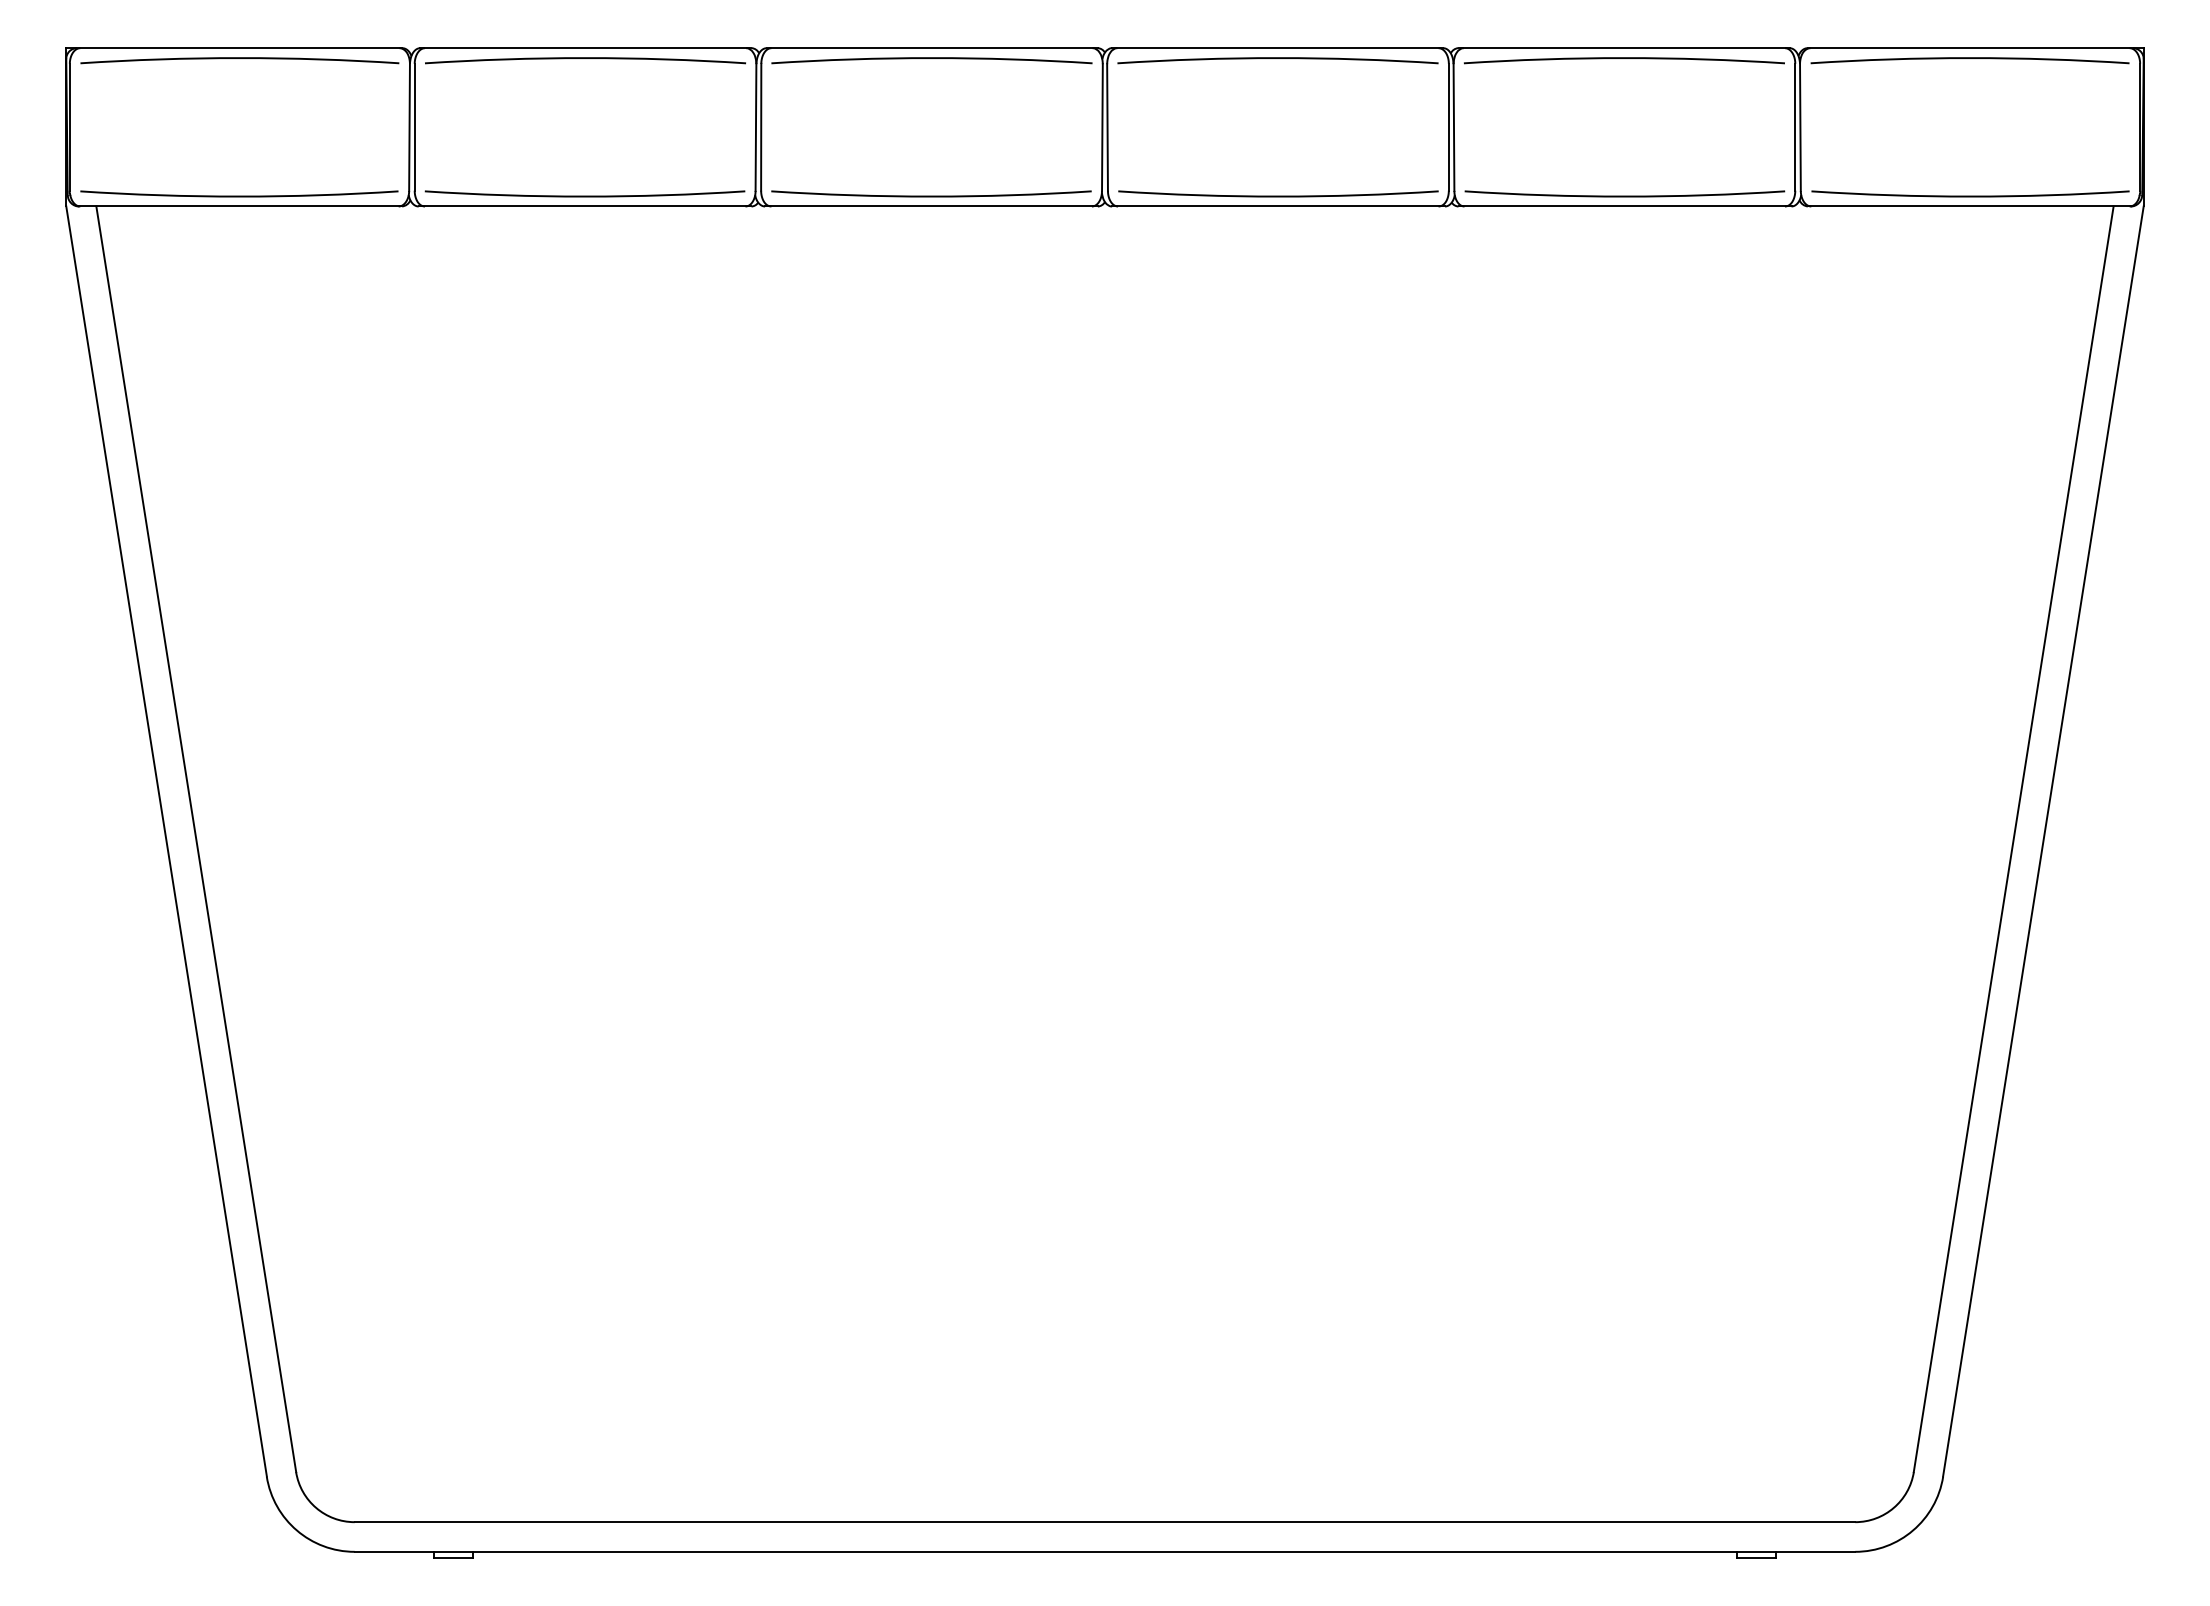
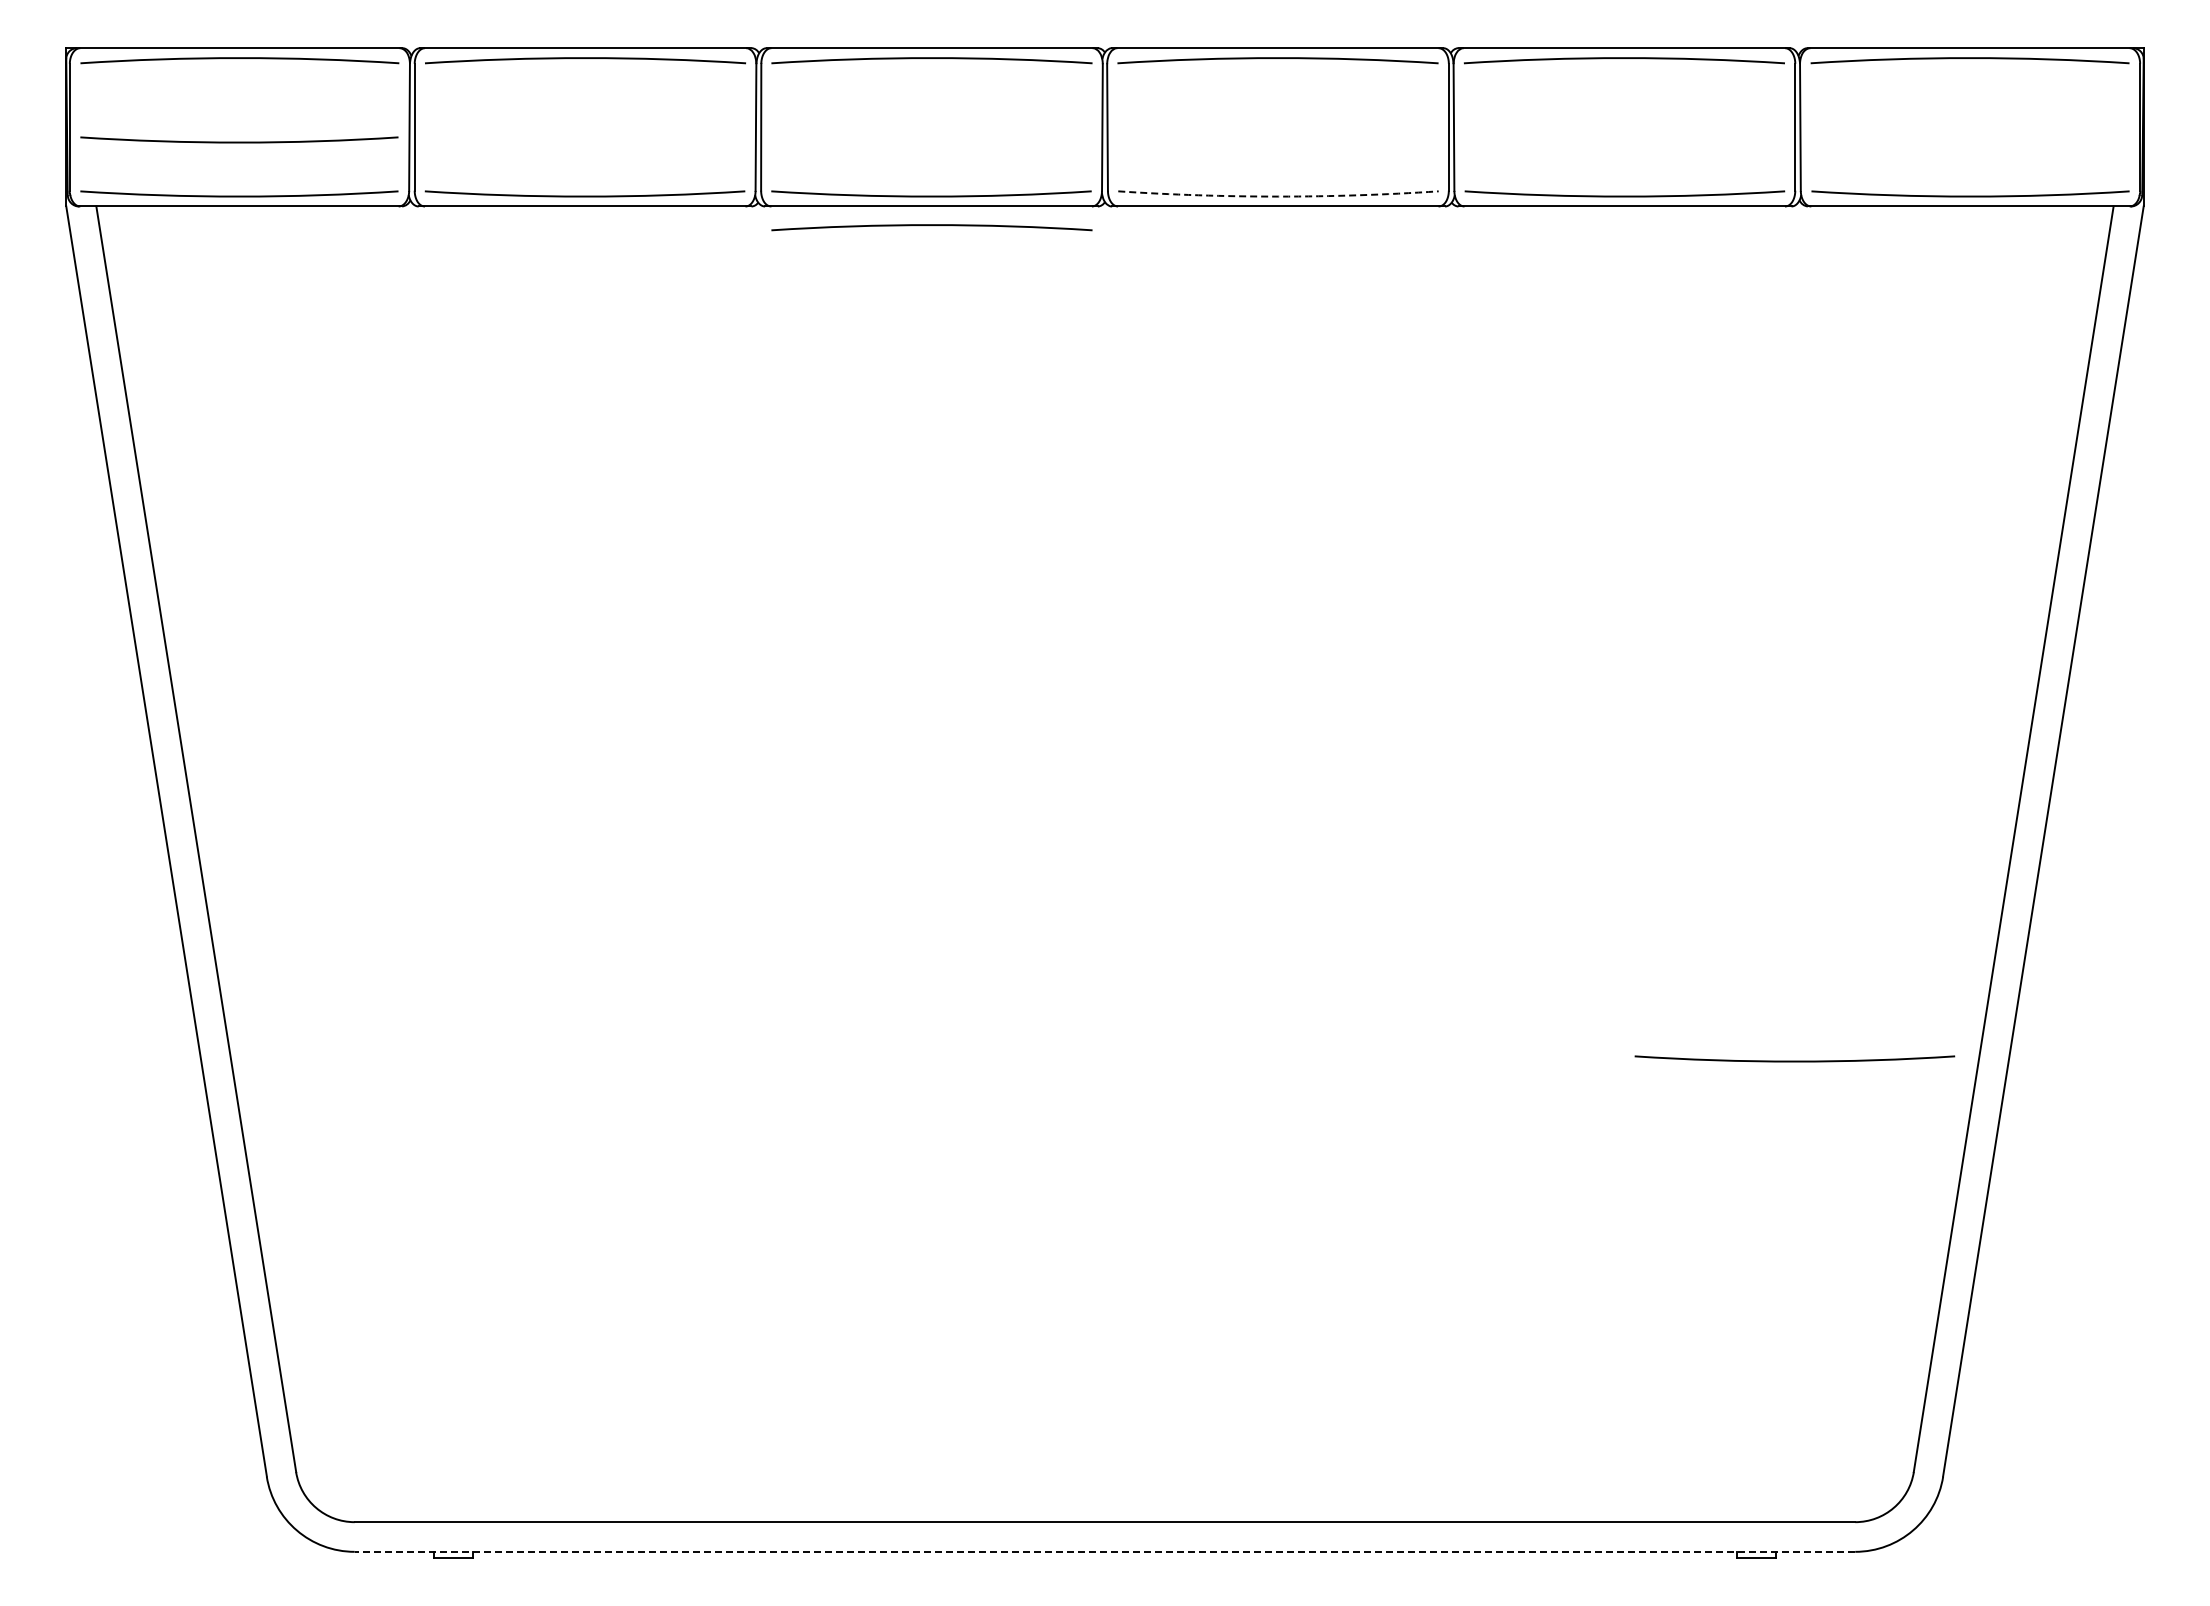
arc at (239, 141): none -> present
arc at (1278, 196): solid -> dashed
arc at (931, 225): none -> present
arc at (1794, 1060): none -> present
line at (1104, 1551): solid -> dashed
